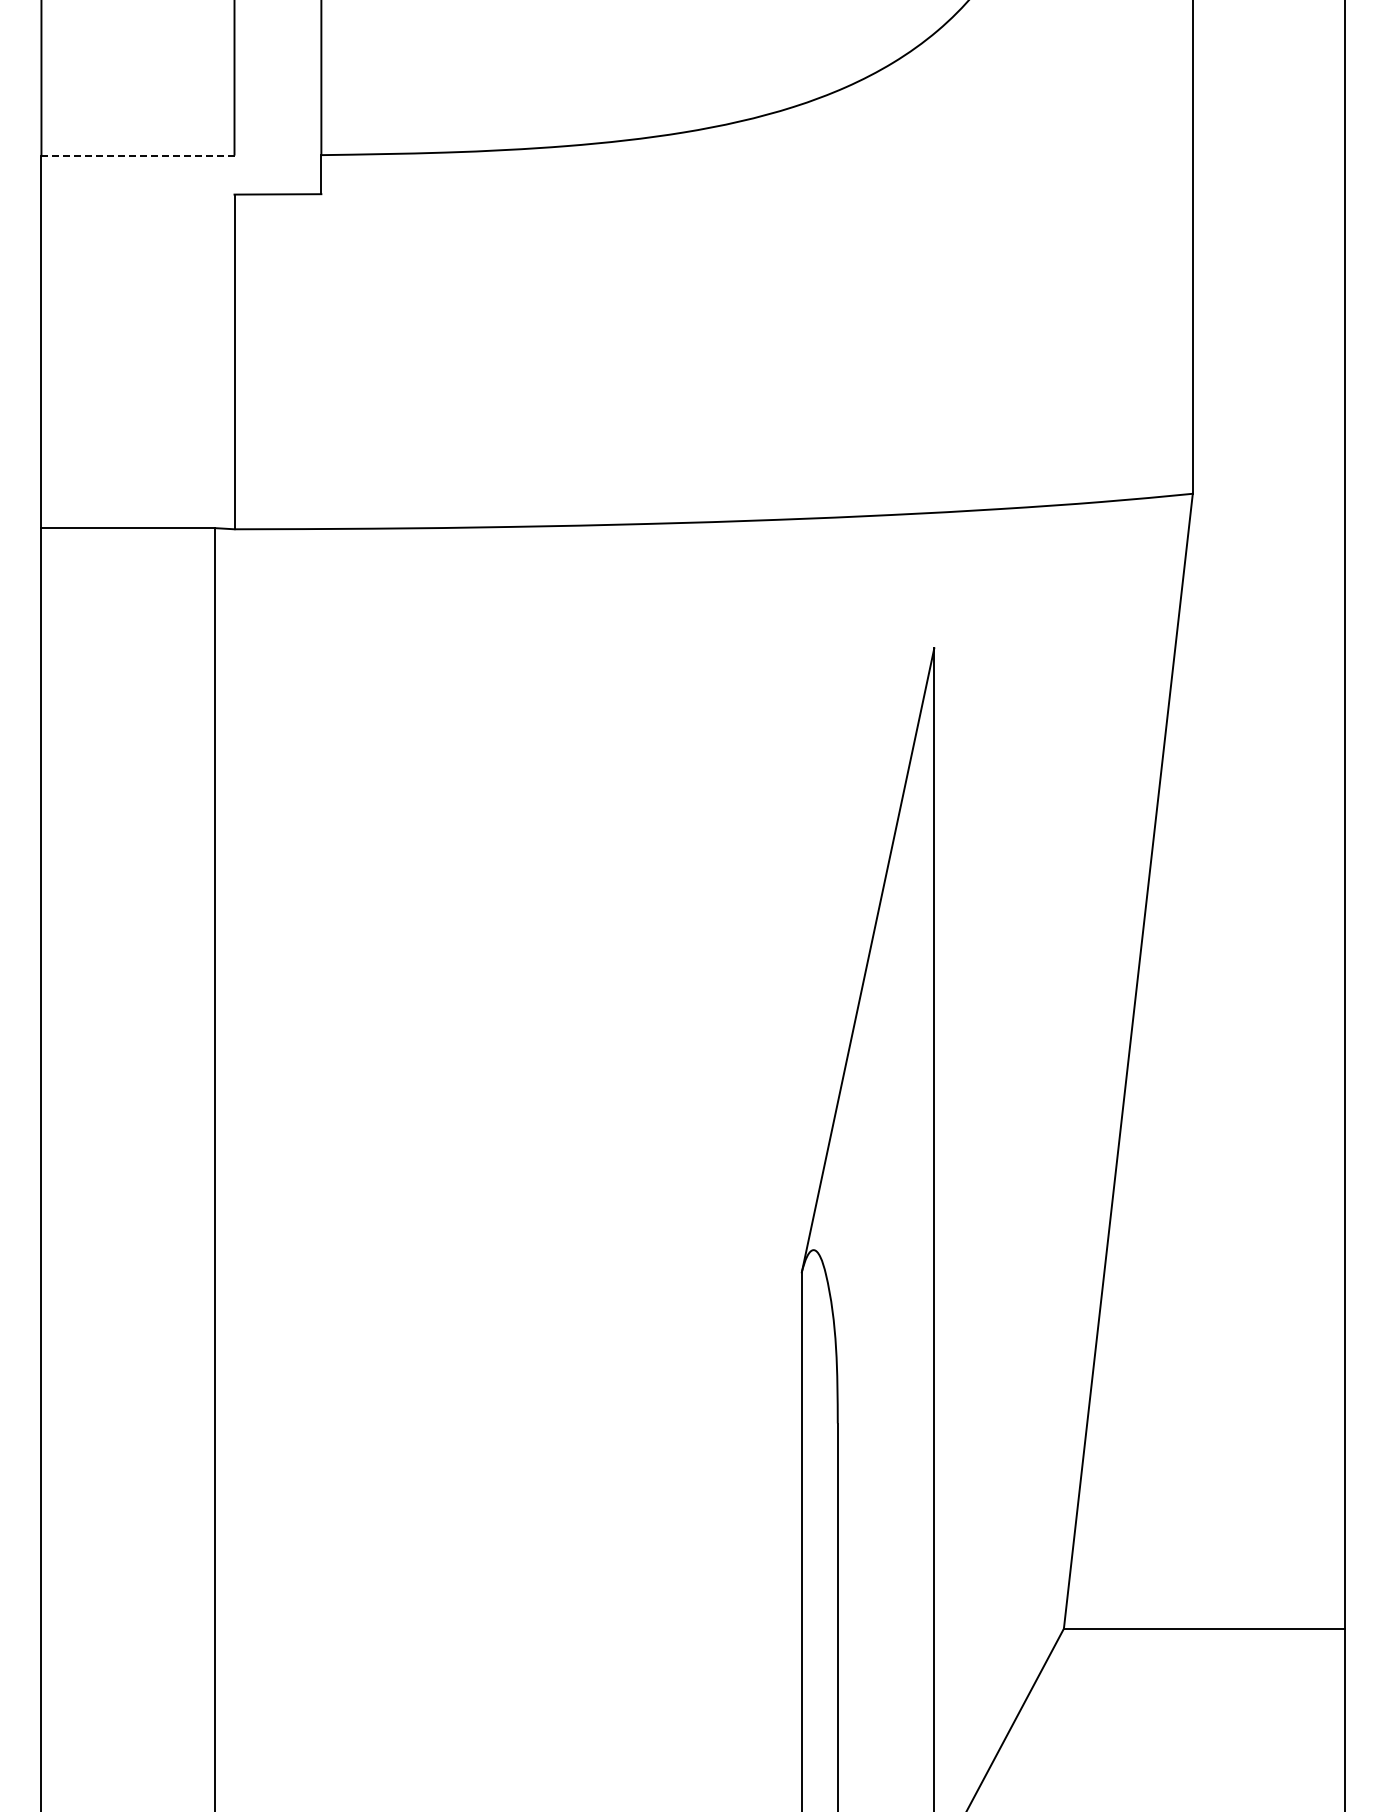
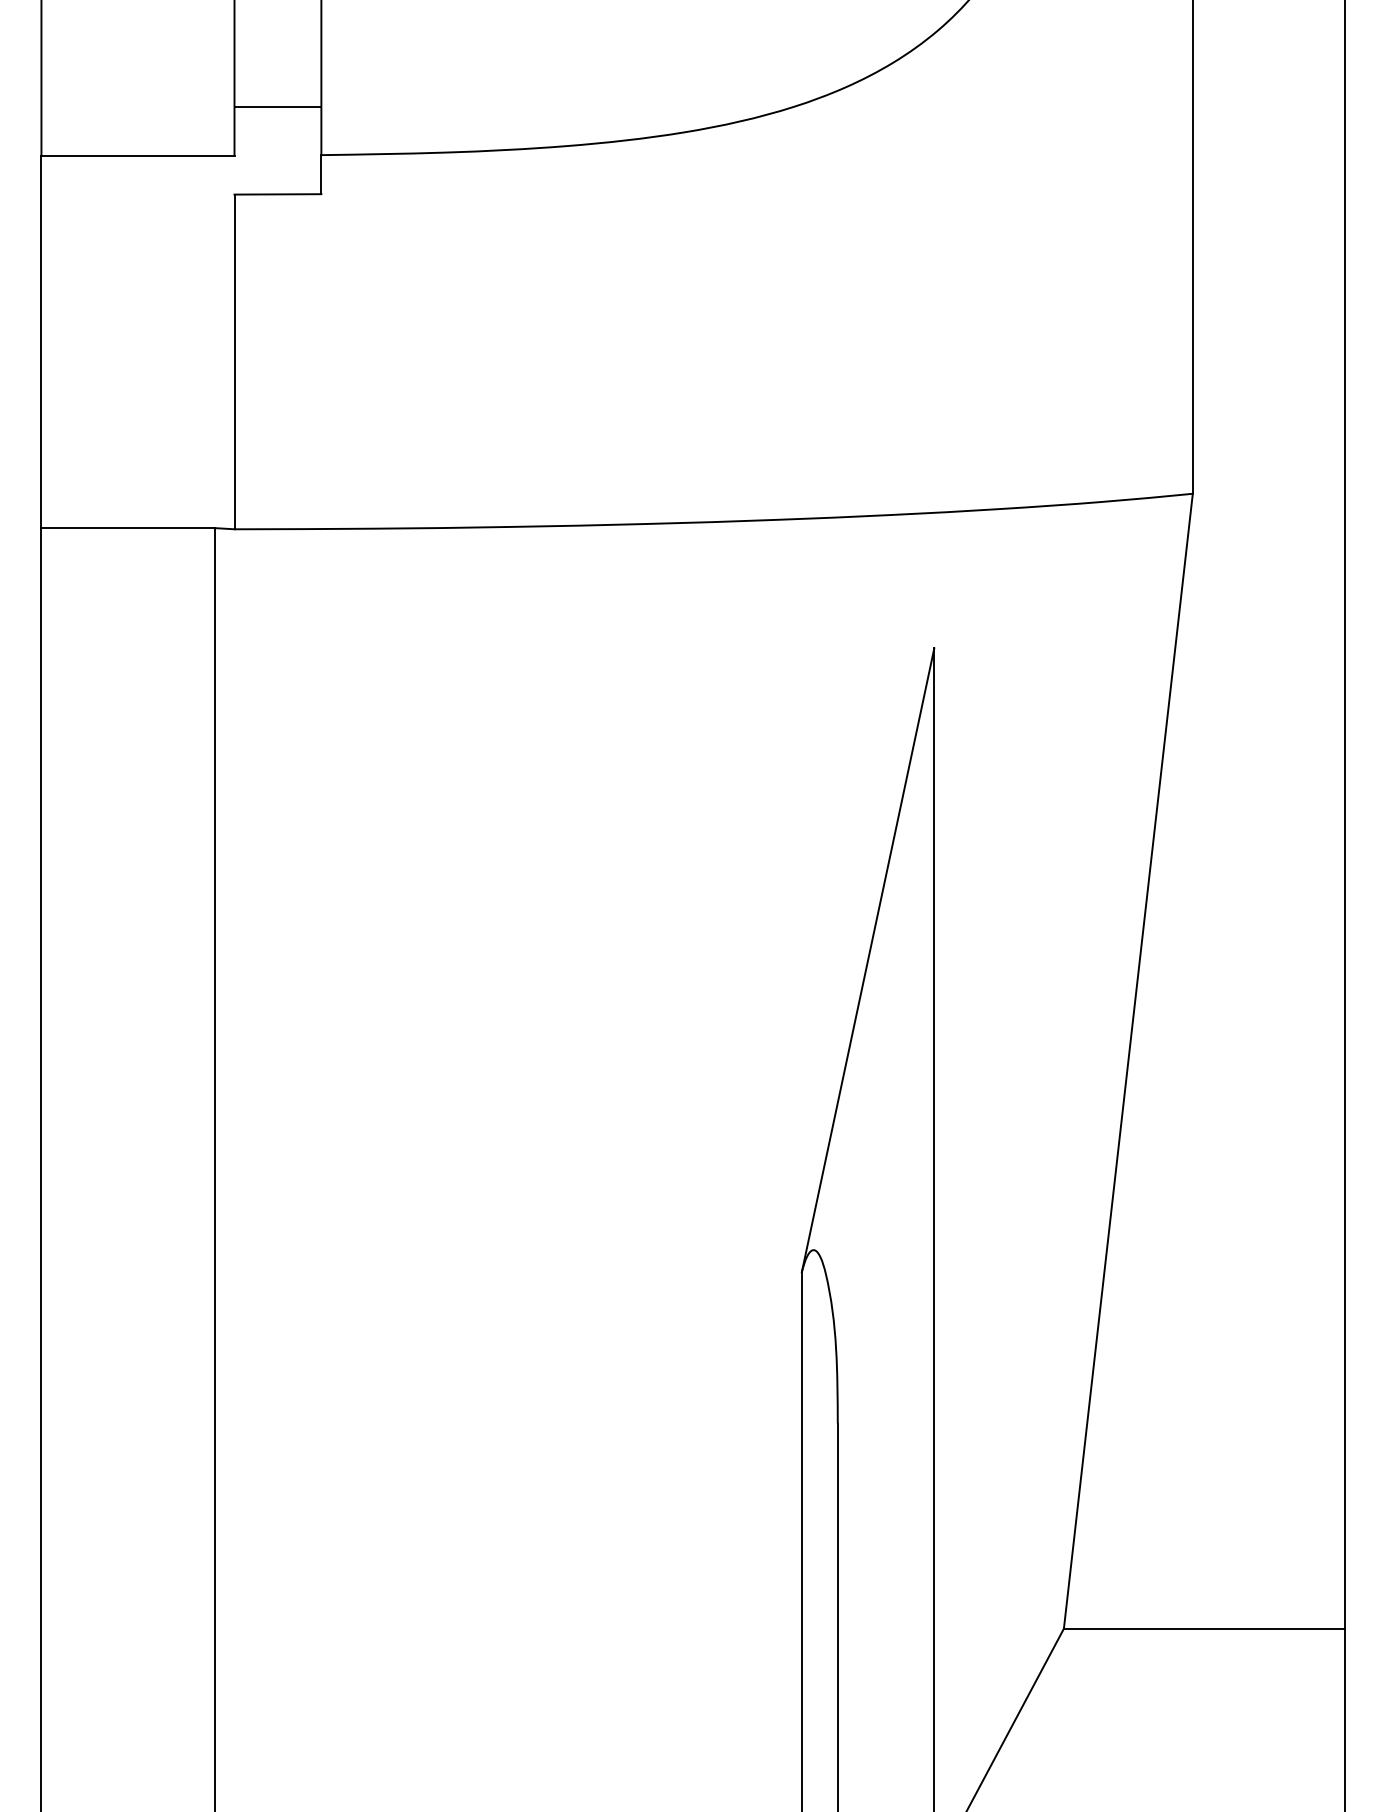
line at (277, 107): none -> present
line at (137, 155): dashed -> solid
